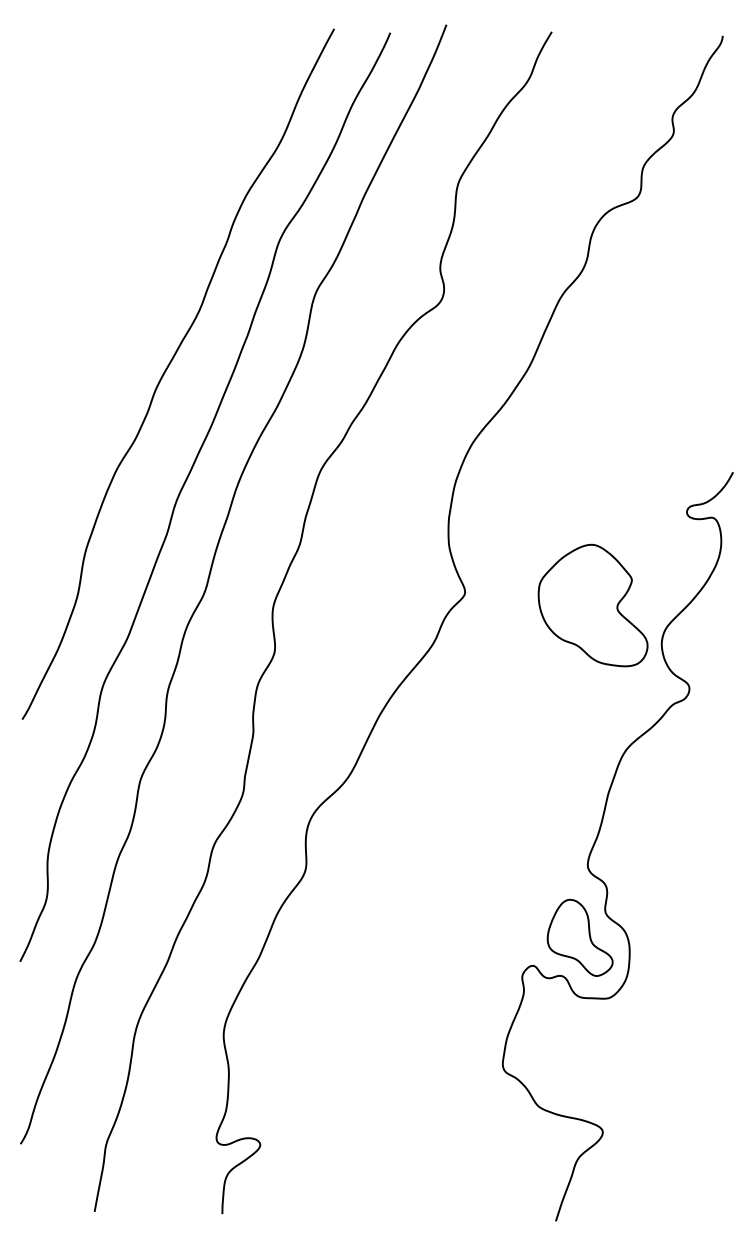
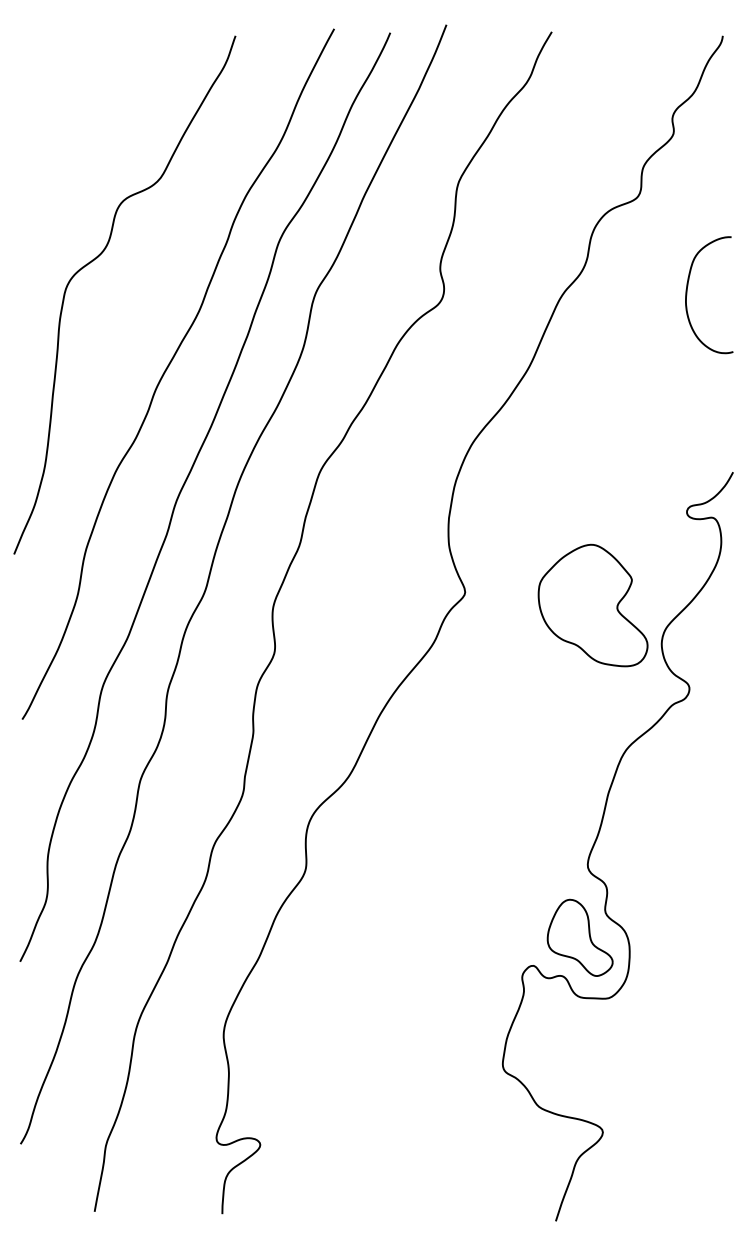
curve at (97, 258): none -> present
curve at (687, 295): none -> present
